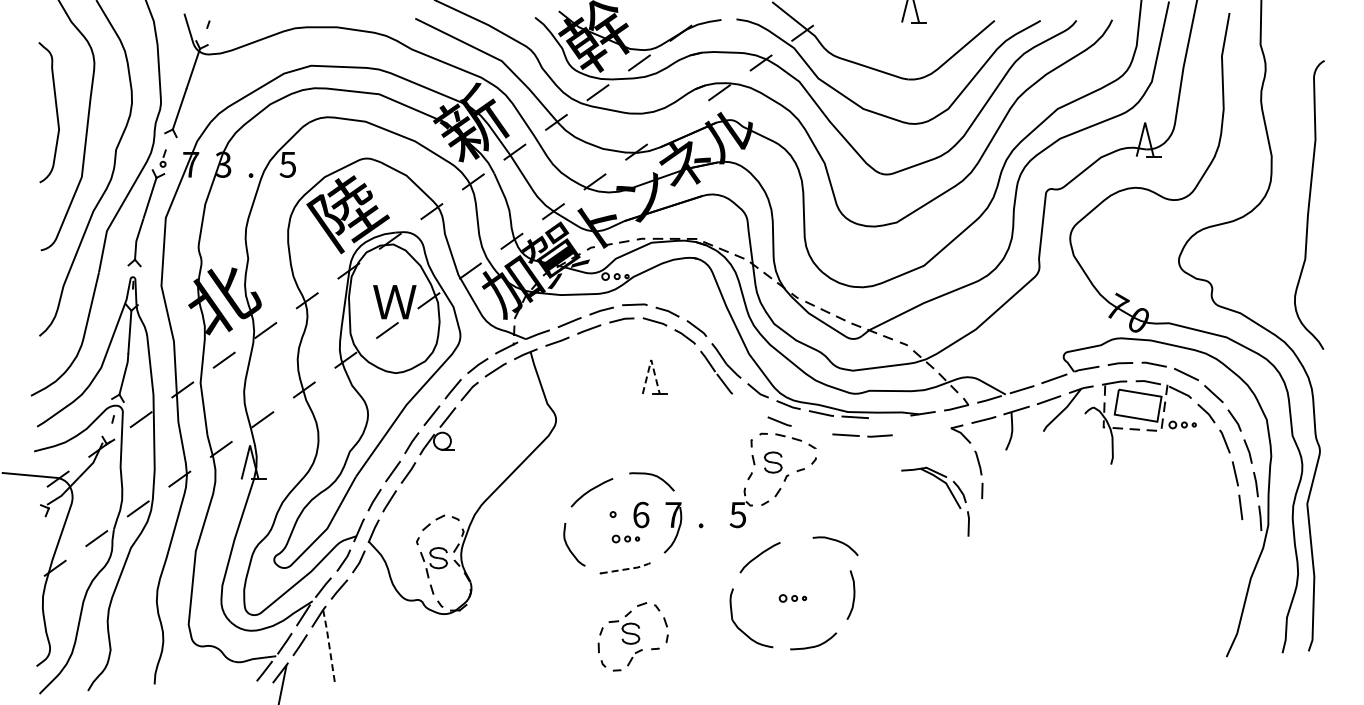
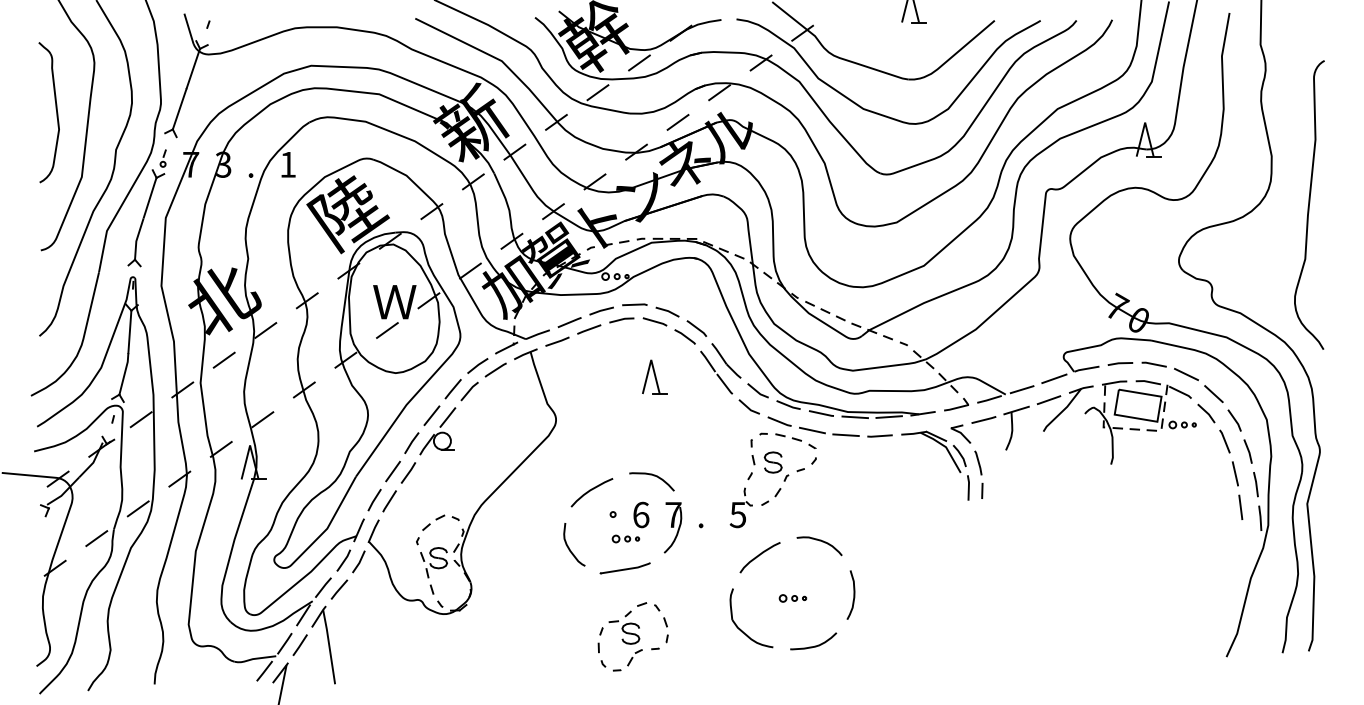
line at (677, 122): none -> present
text at (287, 164): 5 -> 1
line at (651, 359): dashed -> solid
line at (748, 406): none -> present
line at (888, 416): none -> present
line at (811, 430): none -> present
part at (950, 493) position: (950, 493) -> (950, 457)
curve at (835, 541) position: (835, 541) -> (819, 541)
line at (628, 569): dashed -> solid
line at (329, 646): dashed -> solid
